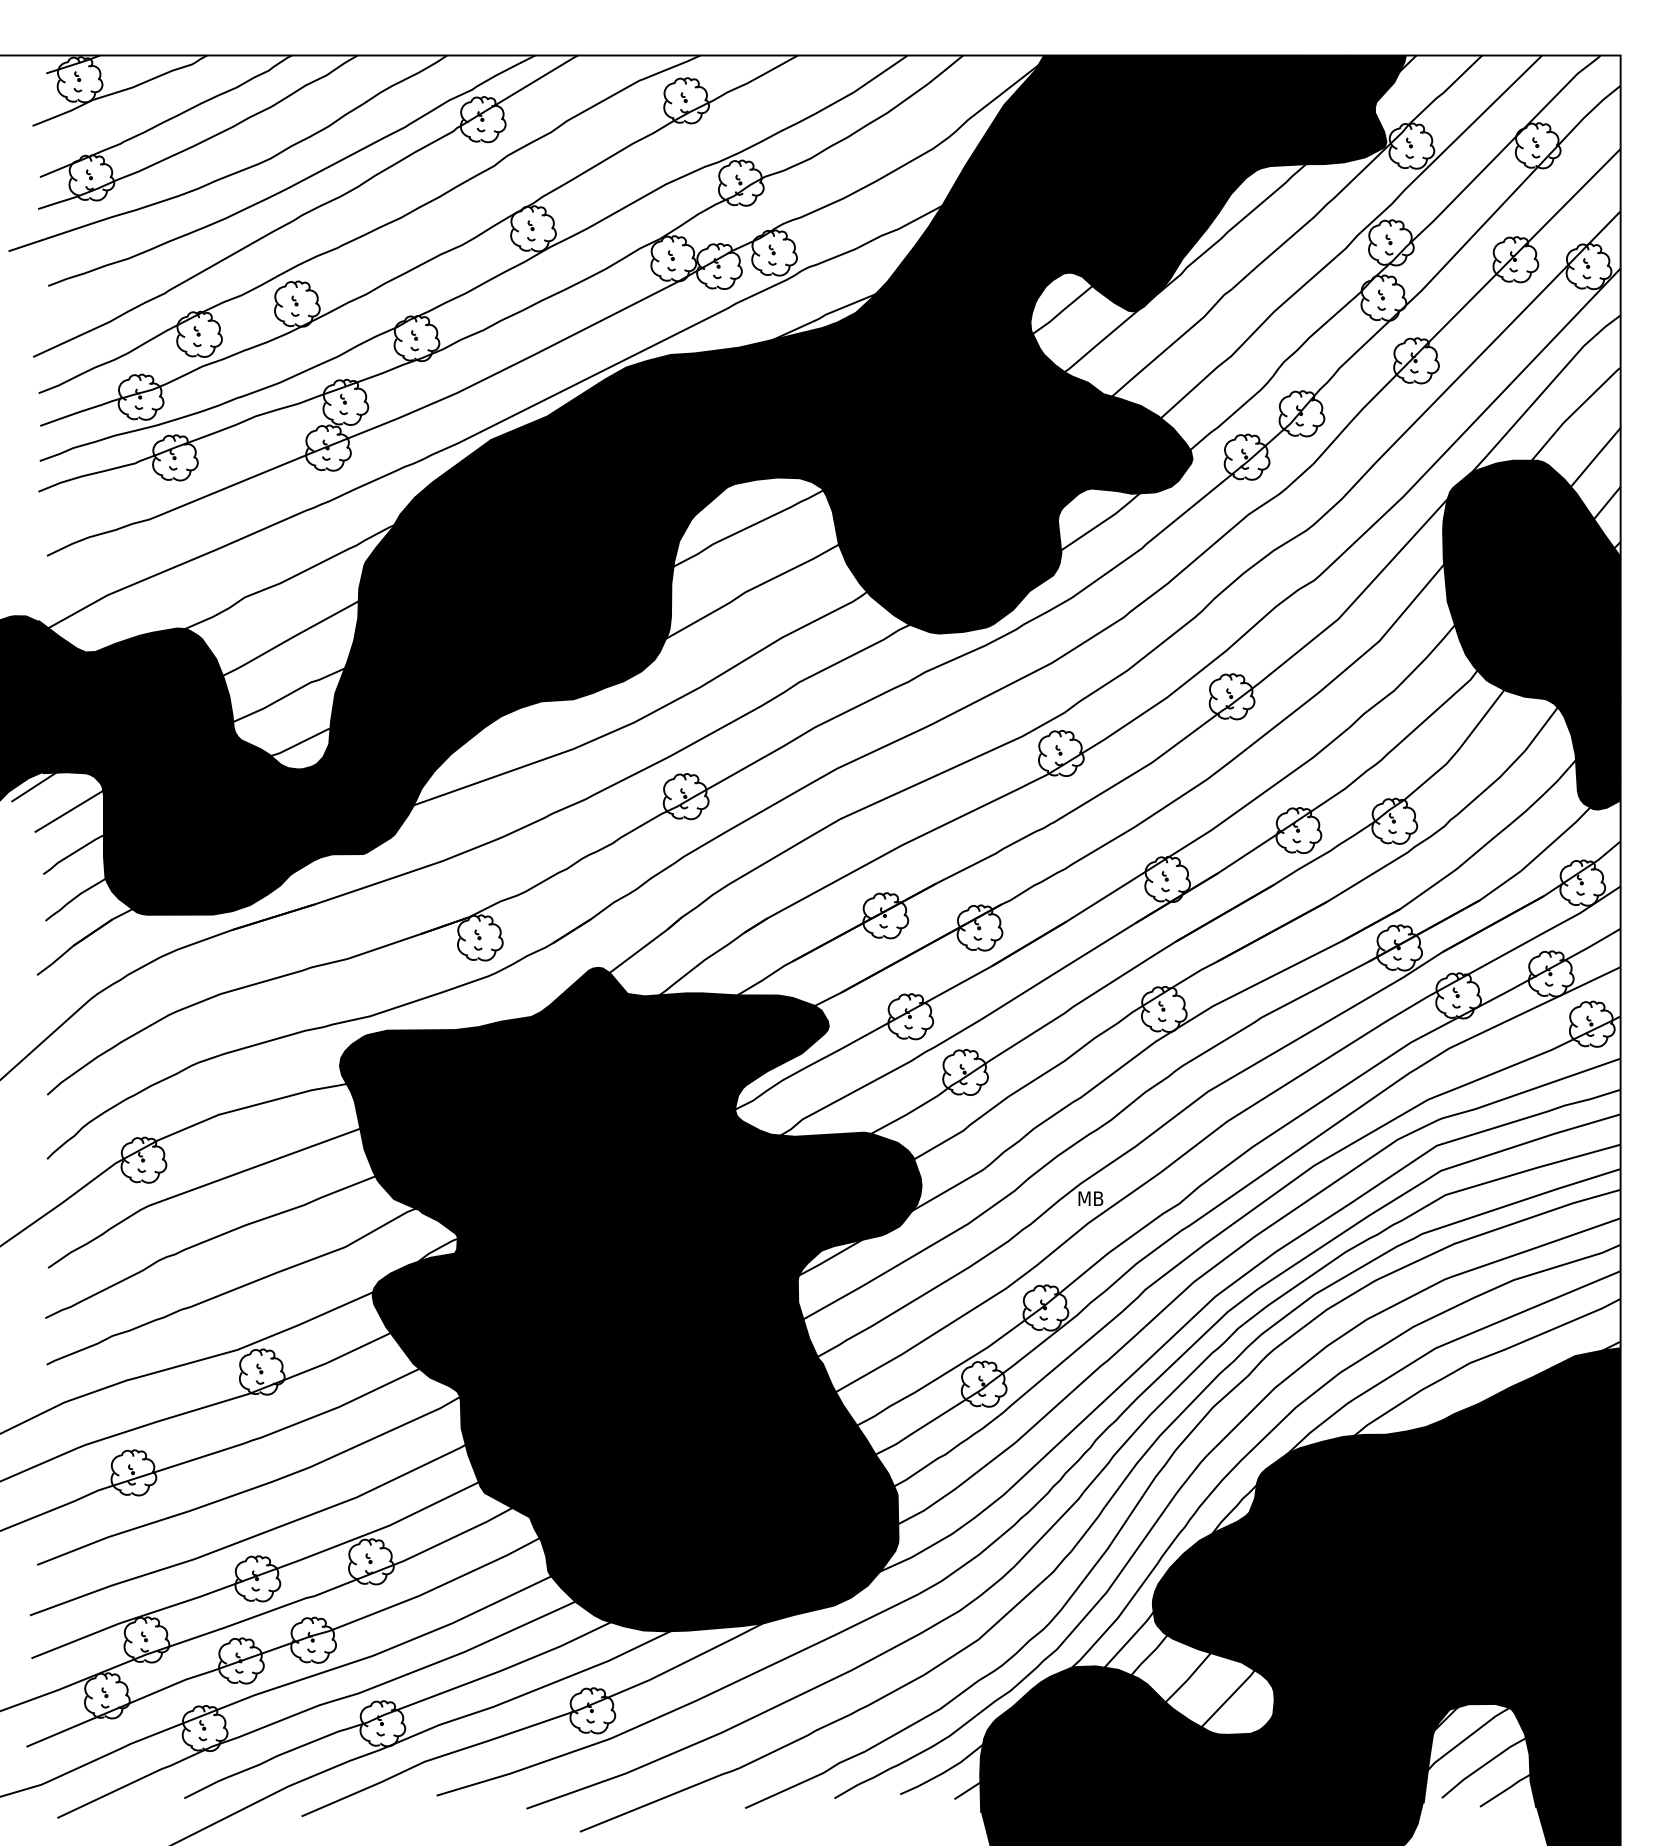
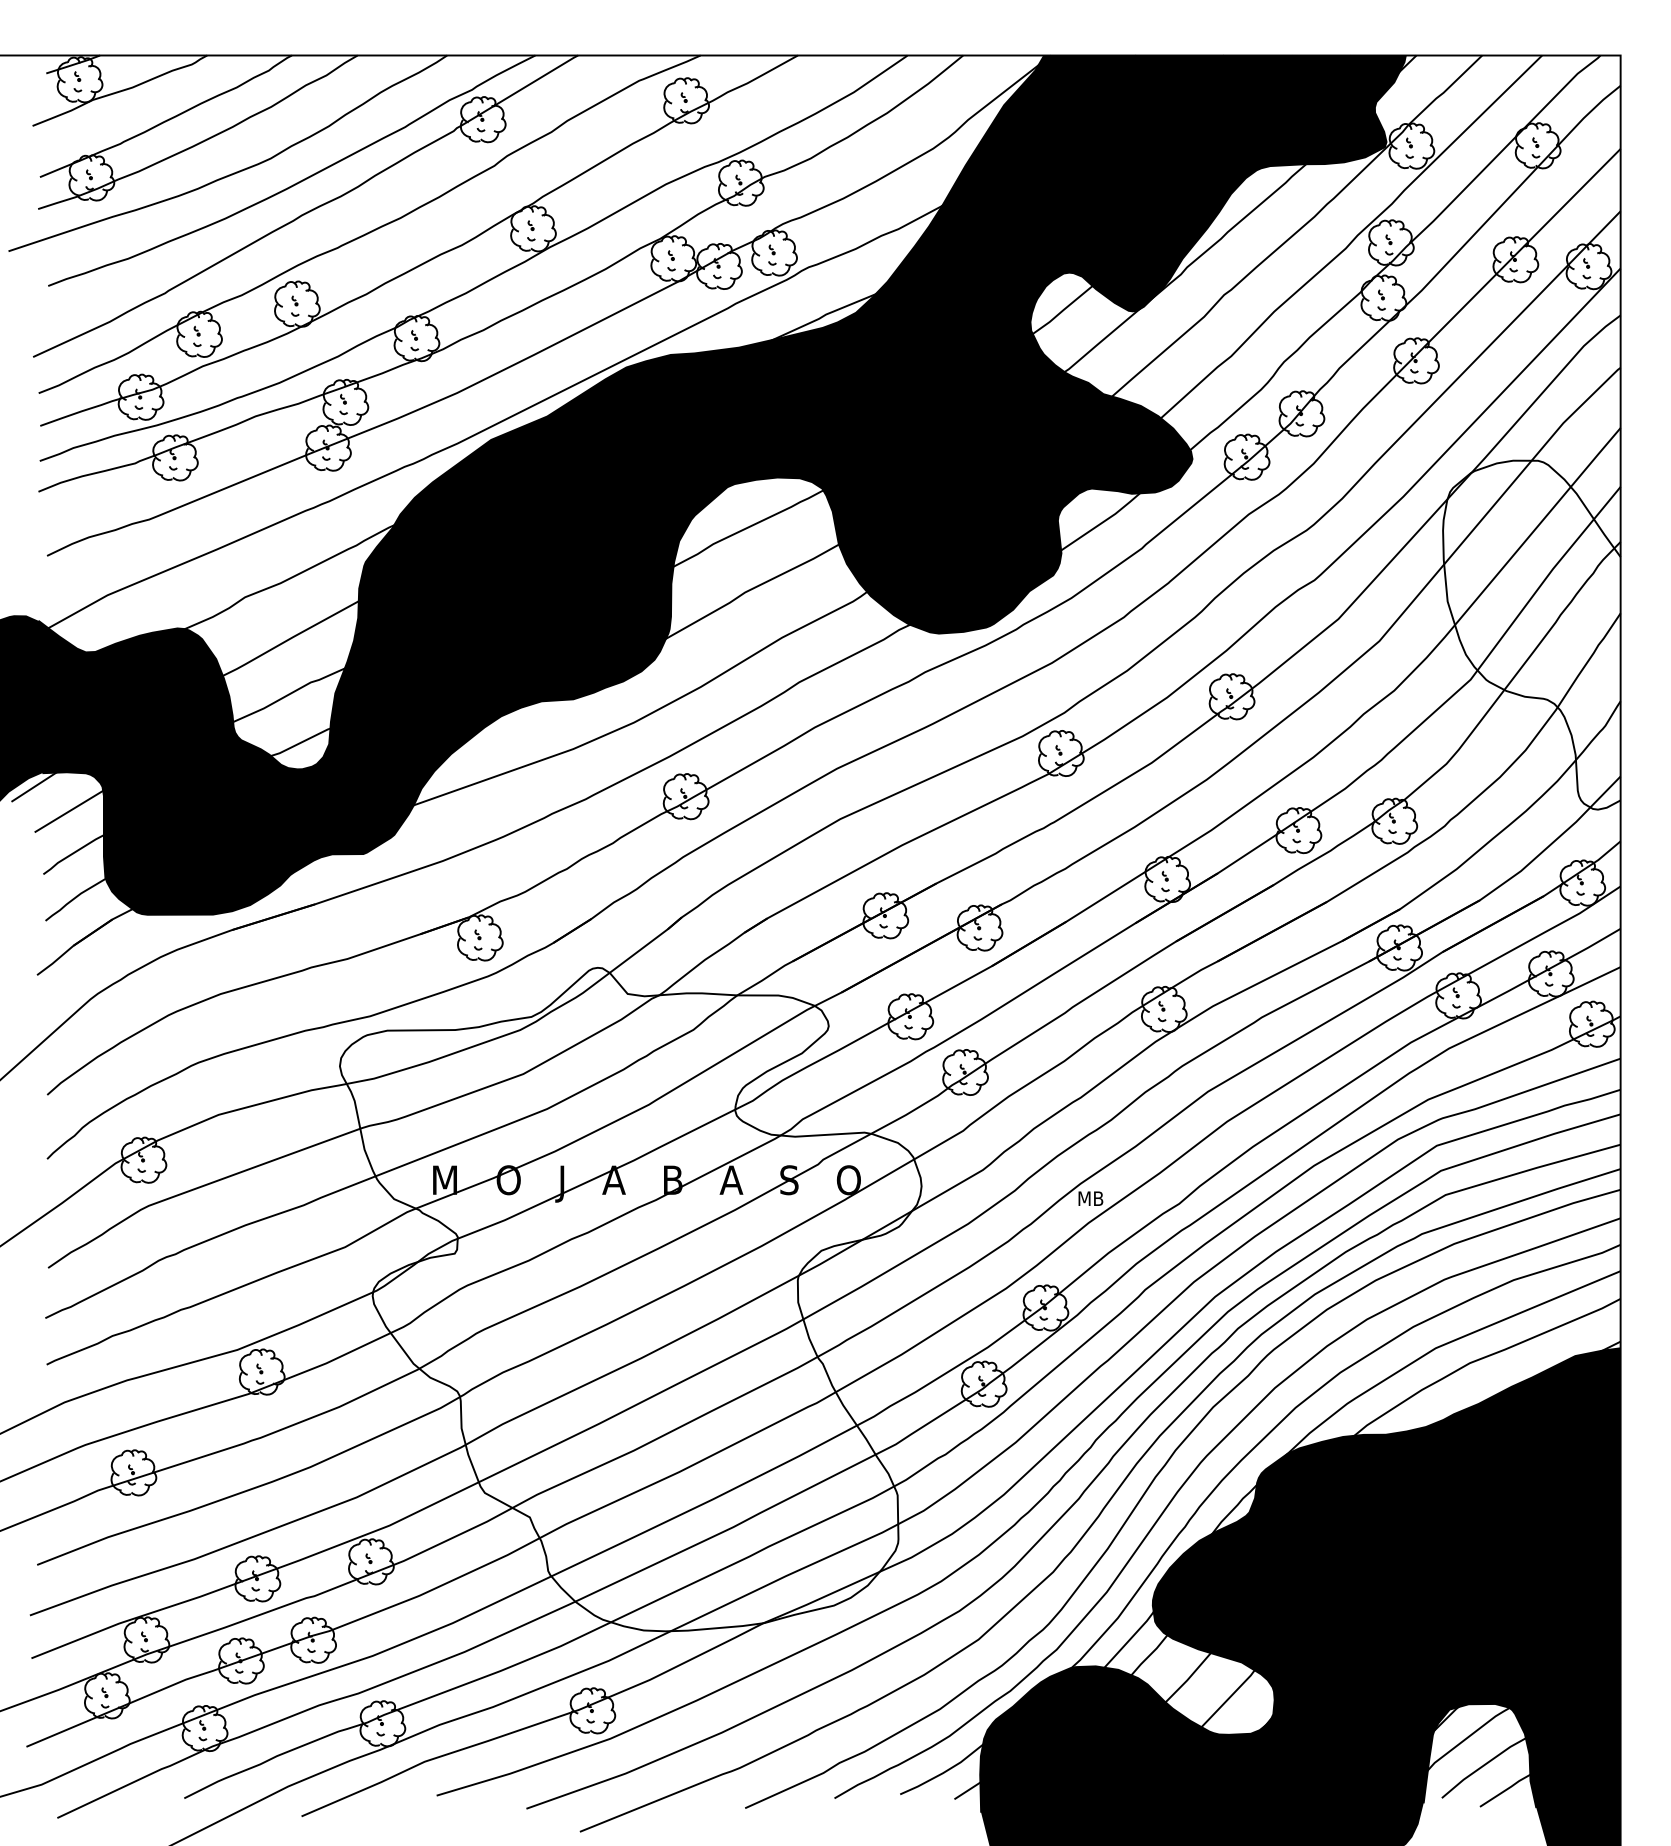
fill at (1531, 634): present -> none
fill at (630, 1299): present -> none
